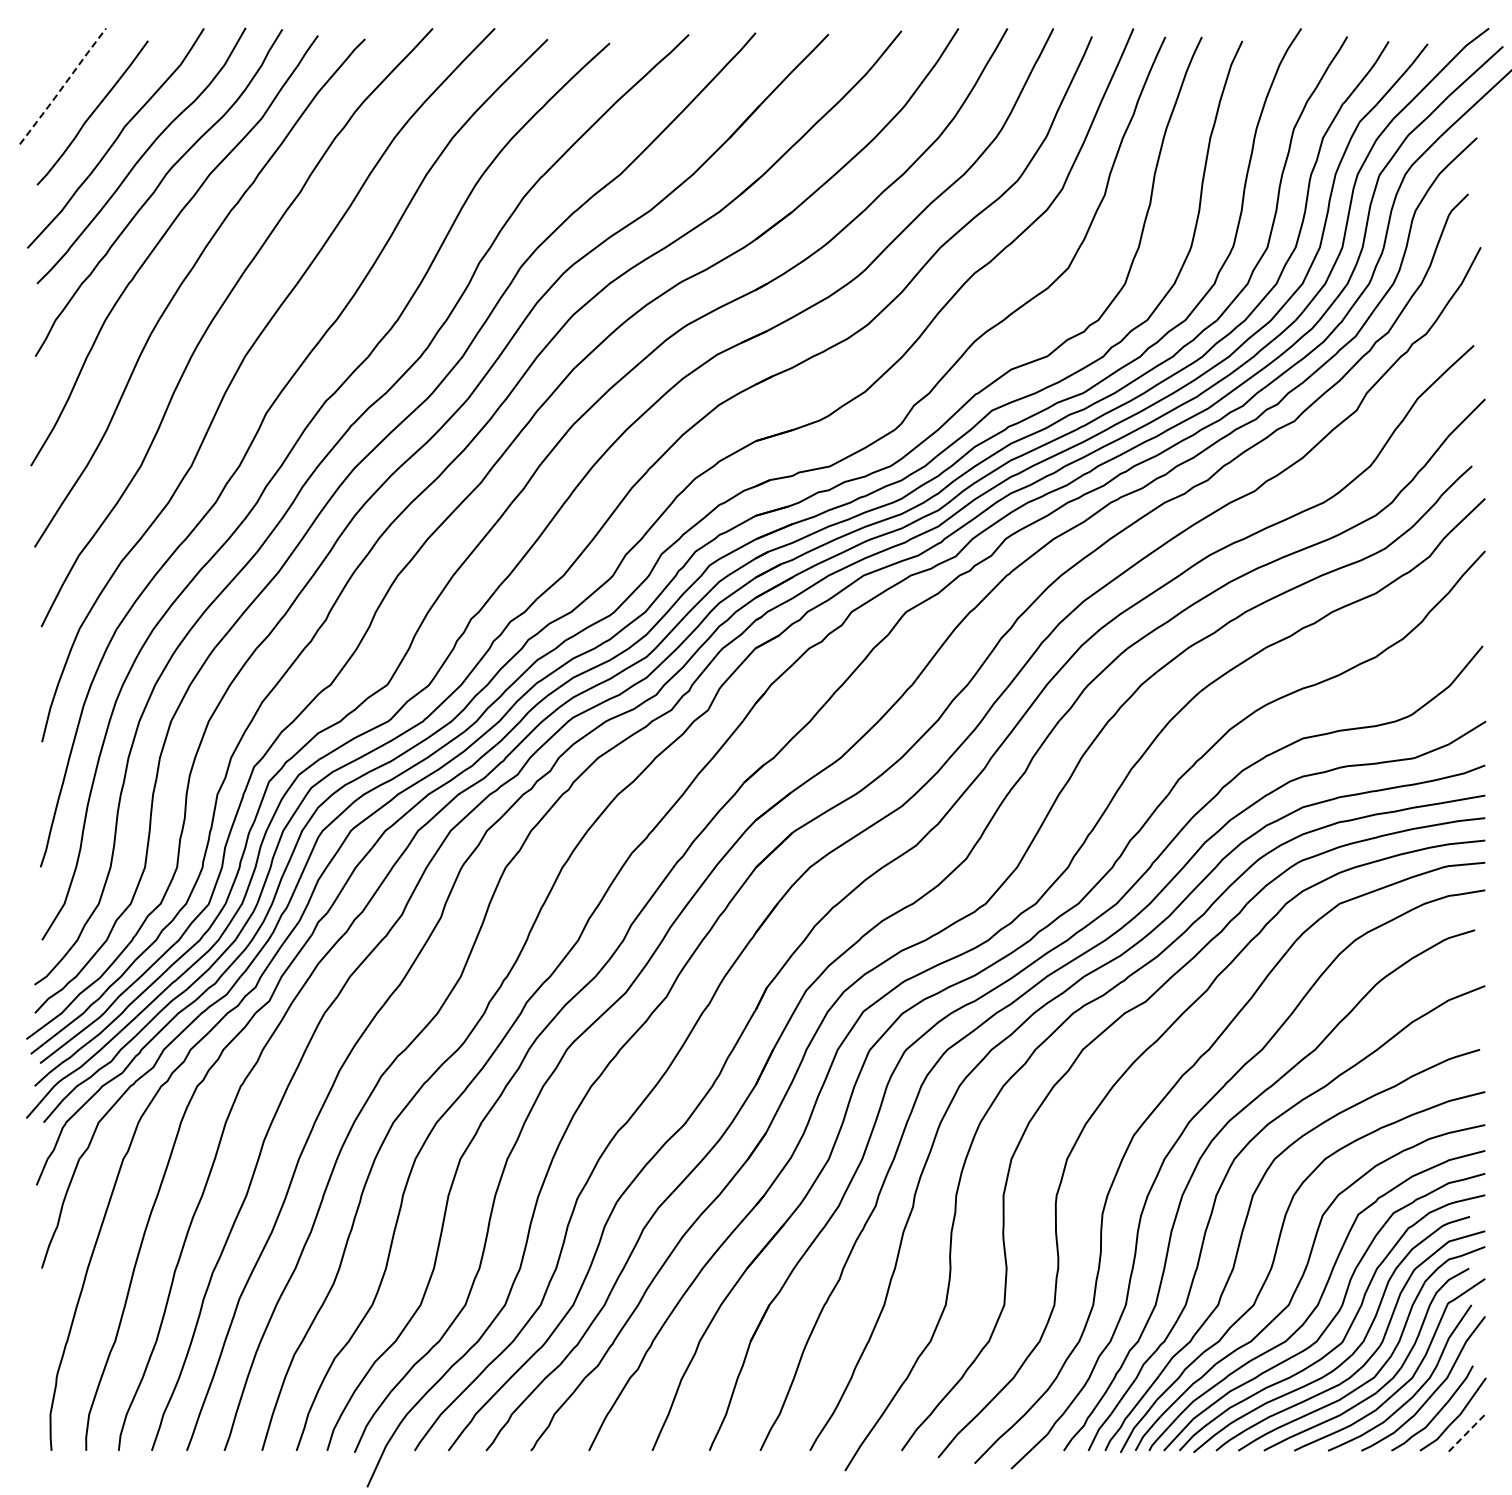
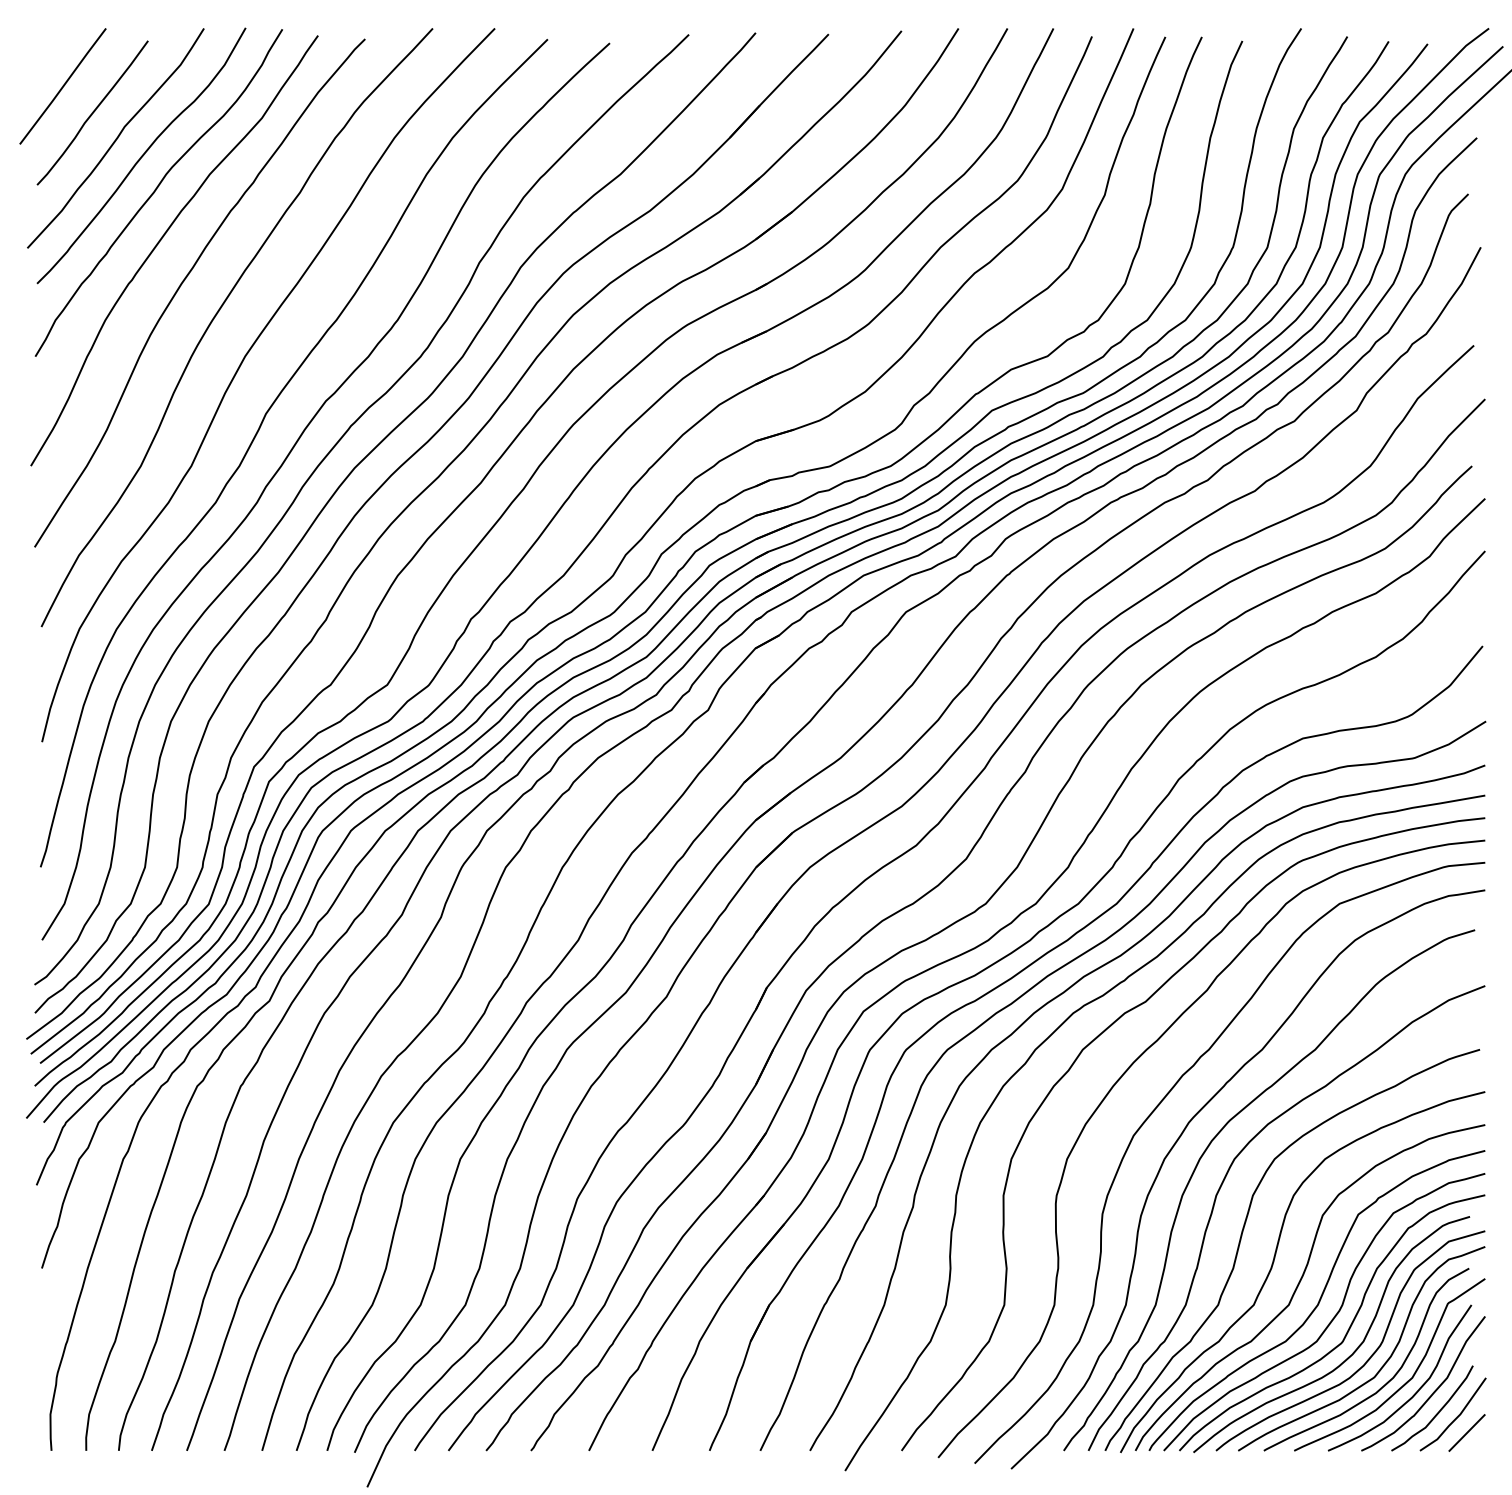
line at (63, 86): dashed -> solid
line at (1467, 1432): dashed -> solid
